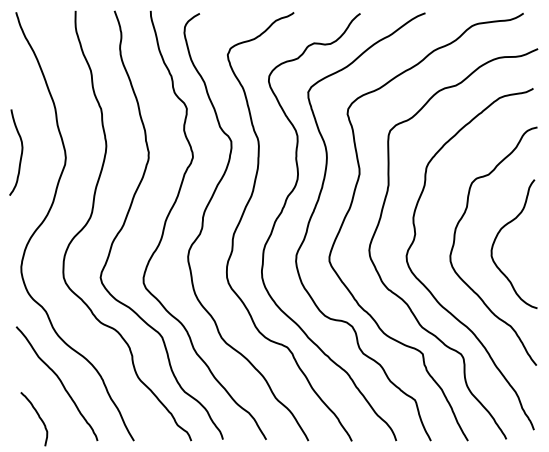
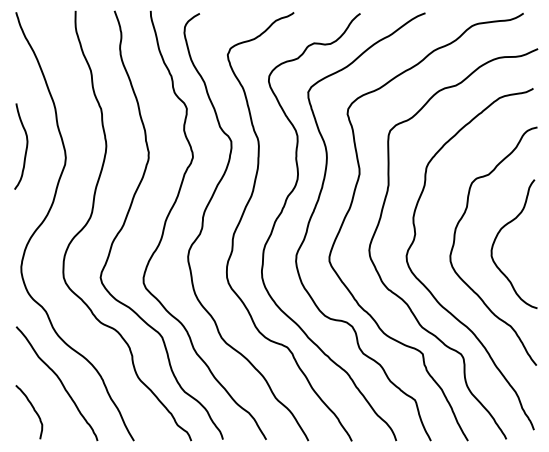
curve at (20, 154) position: (20, 154) -> (25, 148)
curve at (38, 417) position: (38, 417) -> (33, 410)
